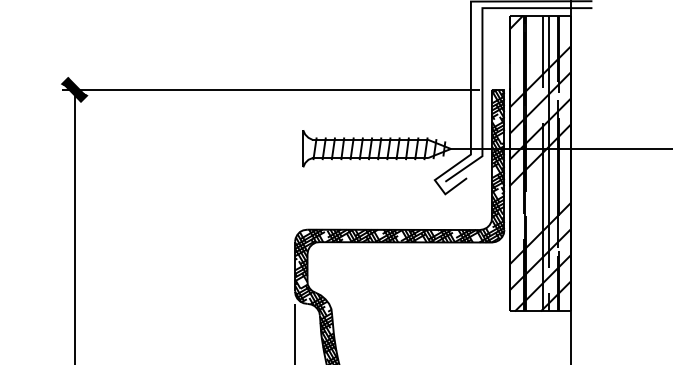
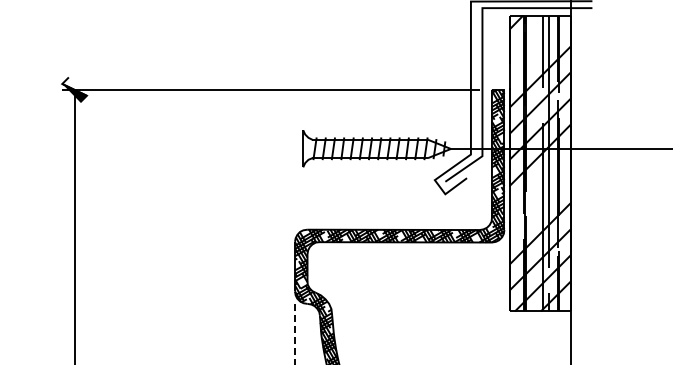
fill at (74, 86): present -> none
line at (295, 334): solid -> dashed
